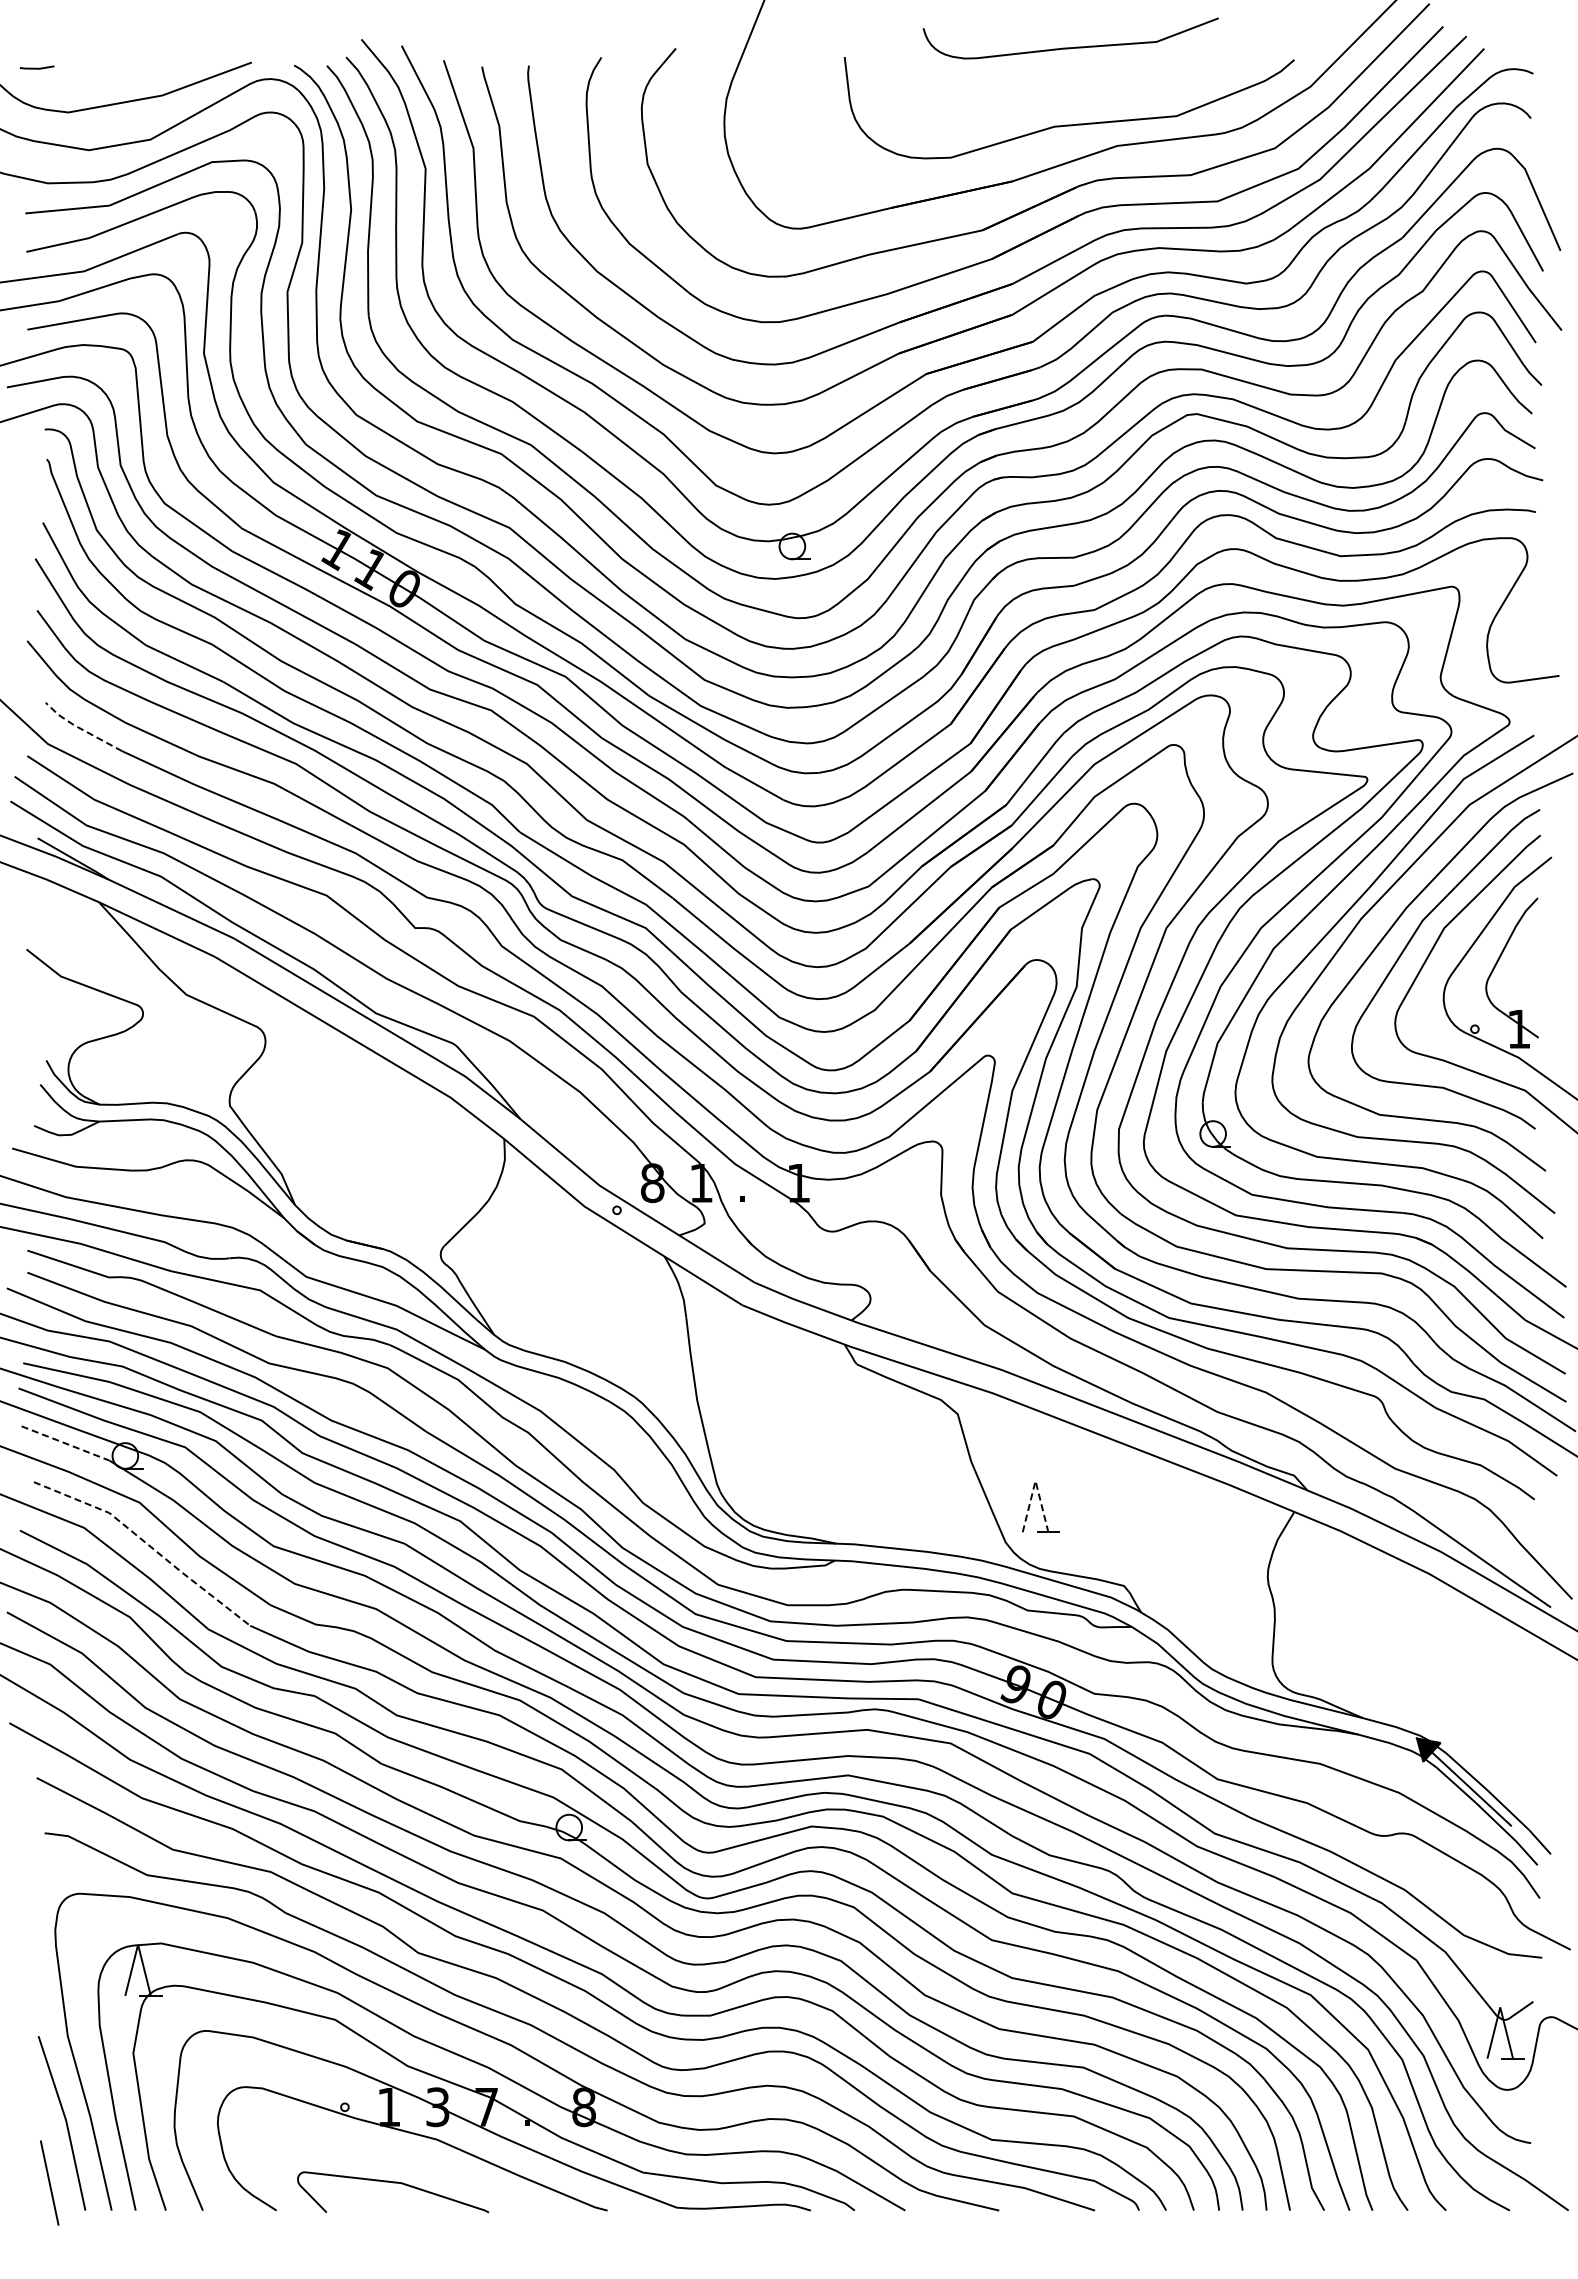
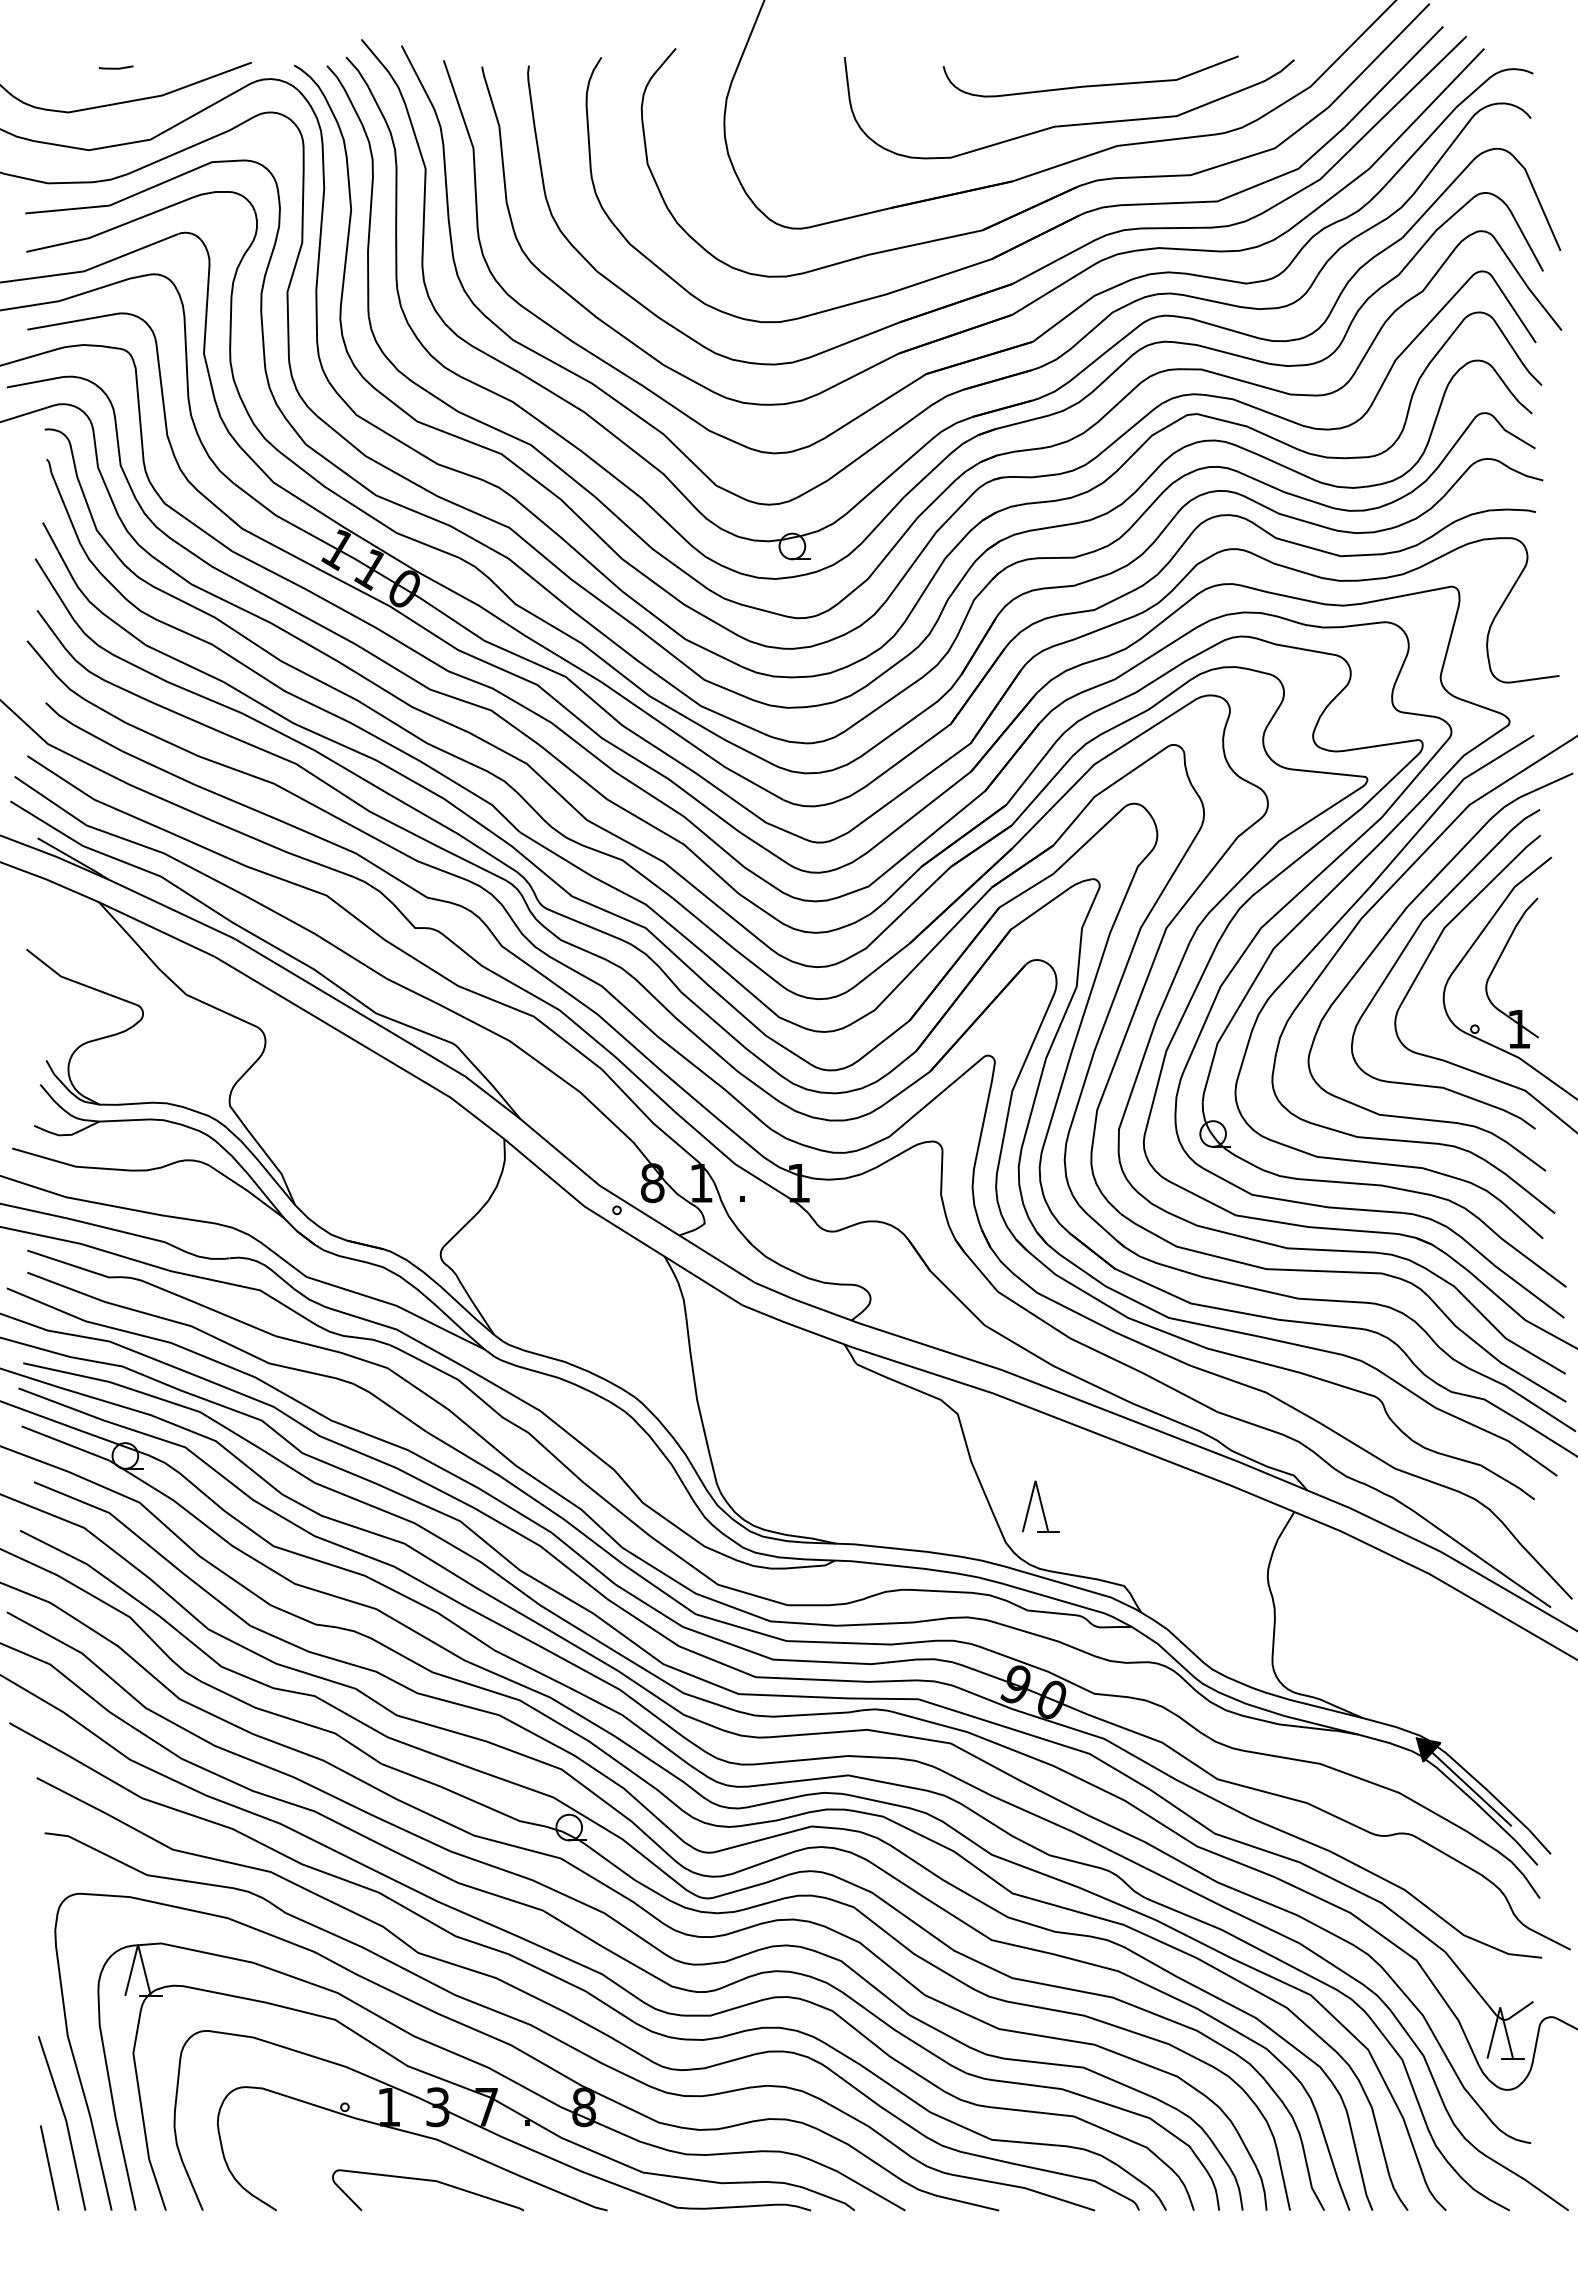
curve at (1070, 47) position: (1070, 47) -> (1090, 85)
line at (36, 67) position: (36, 67) -> (115, 67)
line at (81, 729): dashed -> solid
line at (66, 1443): dashed -> solid
line at (1035, 1480): dashed -> solid
line at (148, 1544): dashed -> solid
line at (49, 2182) position: (49, 2182) -> (49, 2167)
curve at (393, 2183) position: (393, 2183) -> (428, 2181)
